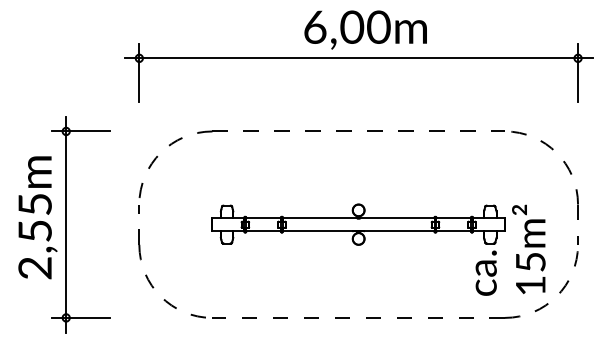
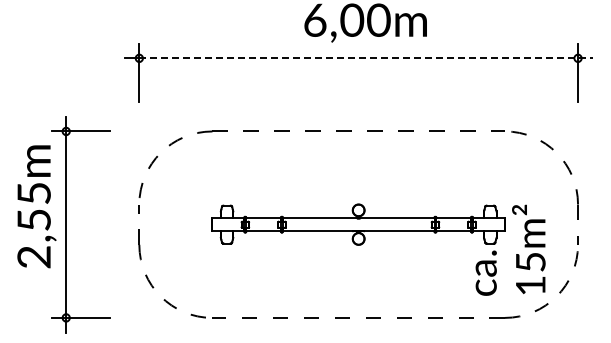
text at (365, 29) position: (365, 29) -> (365, 22)
line at (366, 58): solid -> dashed
text at (37, 217) position: (37, 217) -> (36, 206)
